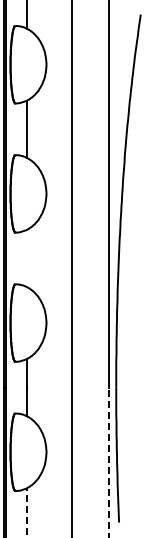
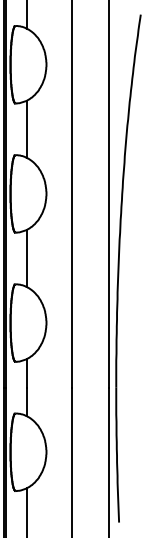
line at (27, 258): none -> present
line at (109, 462): dashed -> solid
line at (27, 512): dashed -> solid
